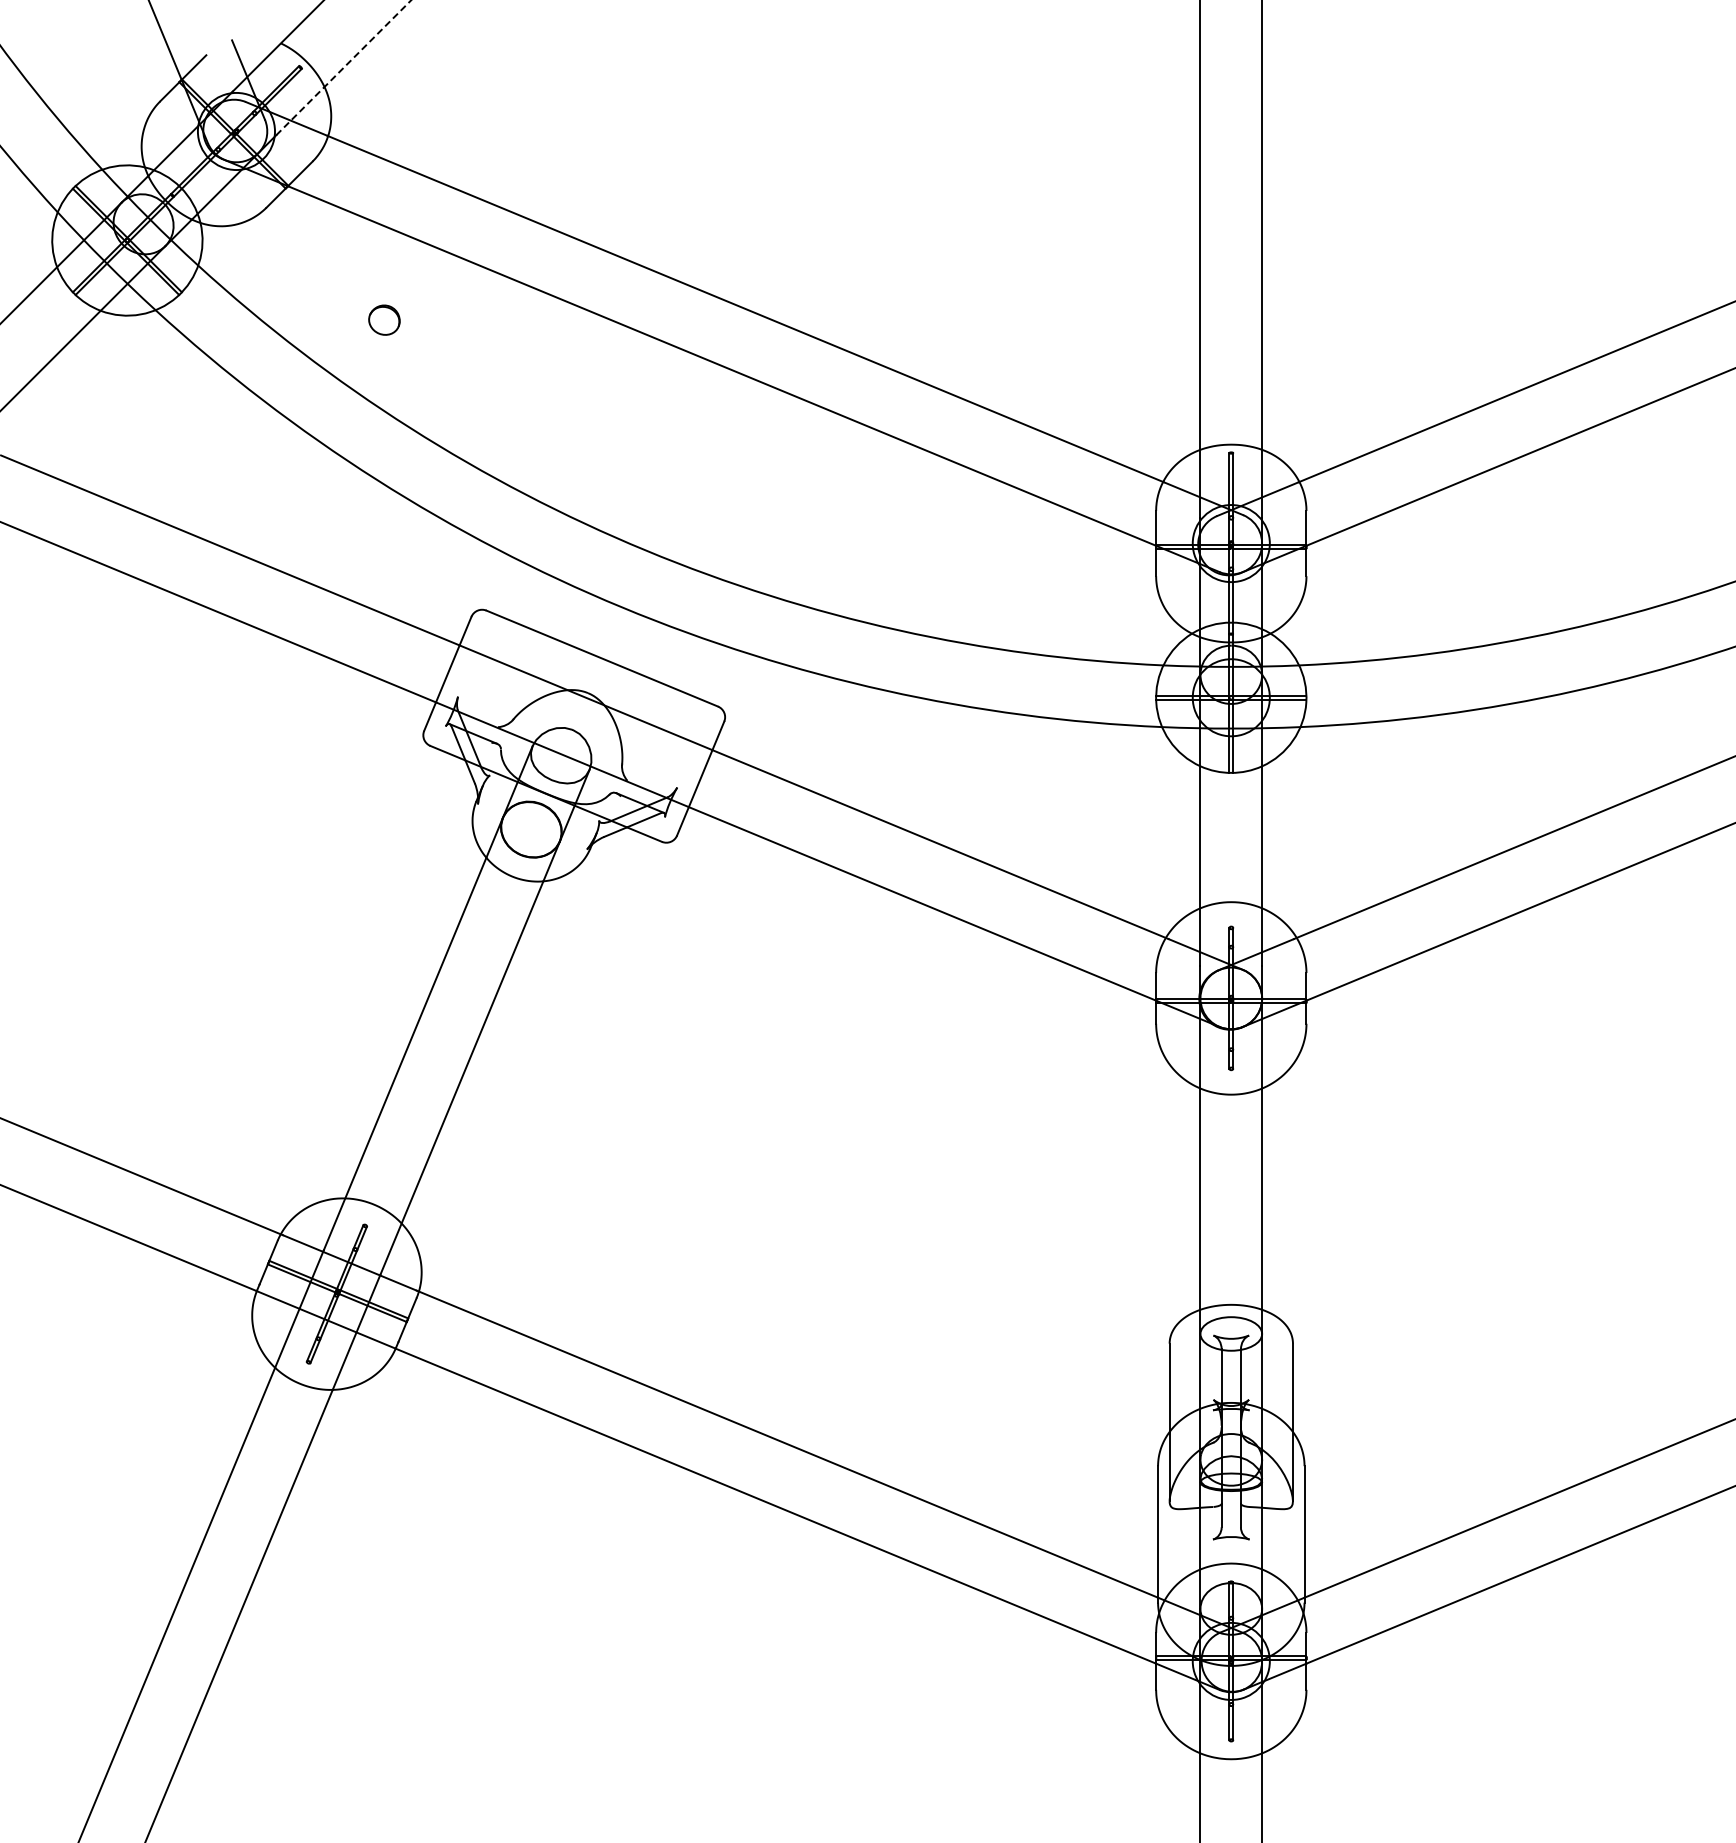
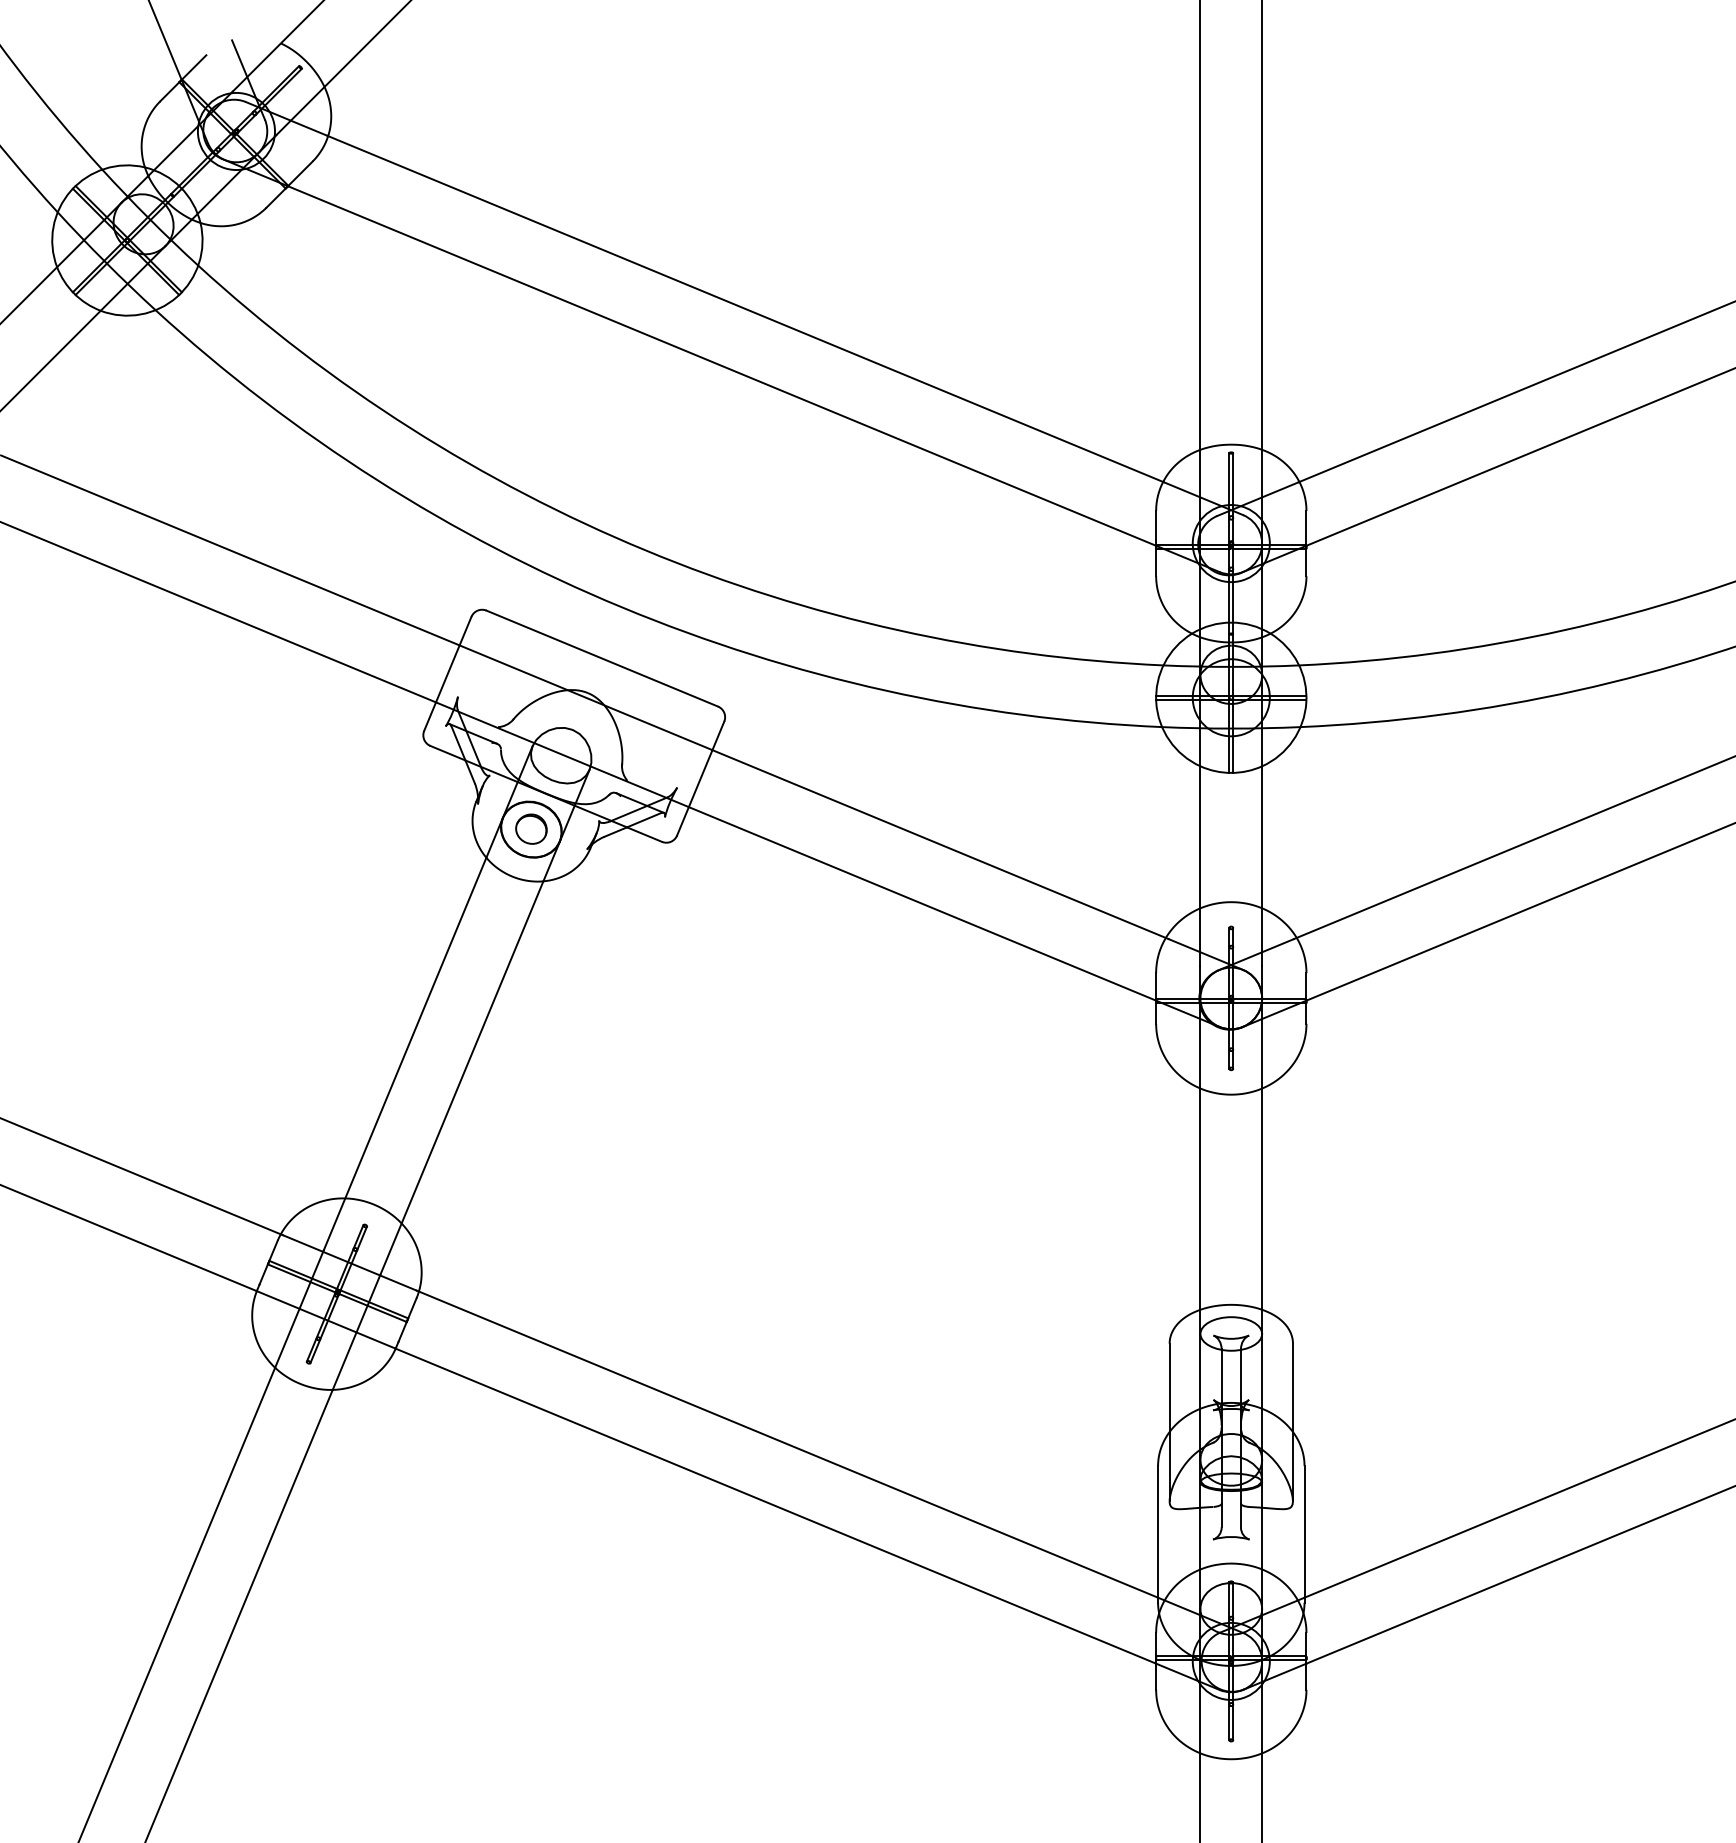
line at (344, 67): dashed -> solid
part at (384, 319) position: (384, 319) -> (531, 828)
